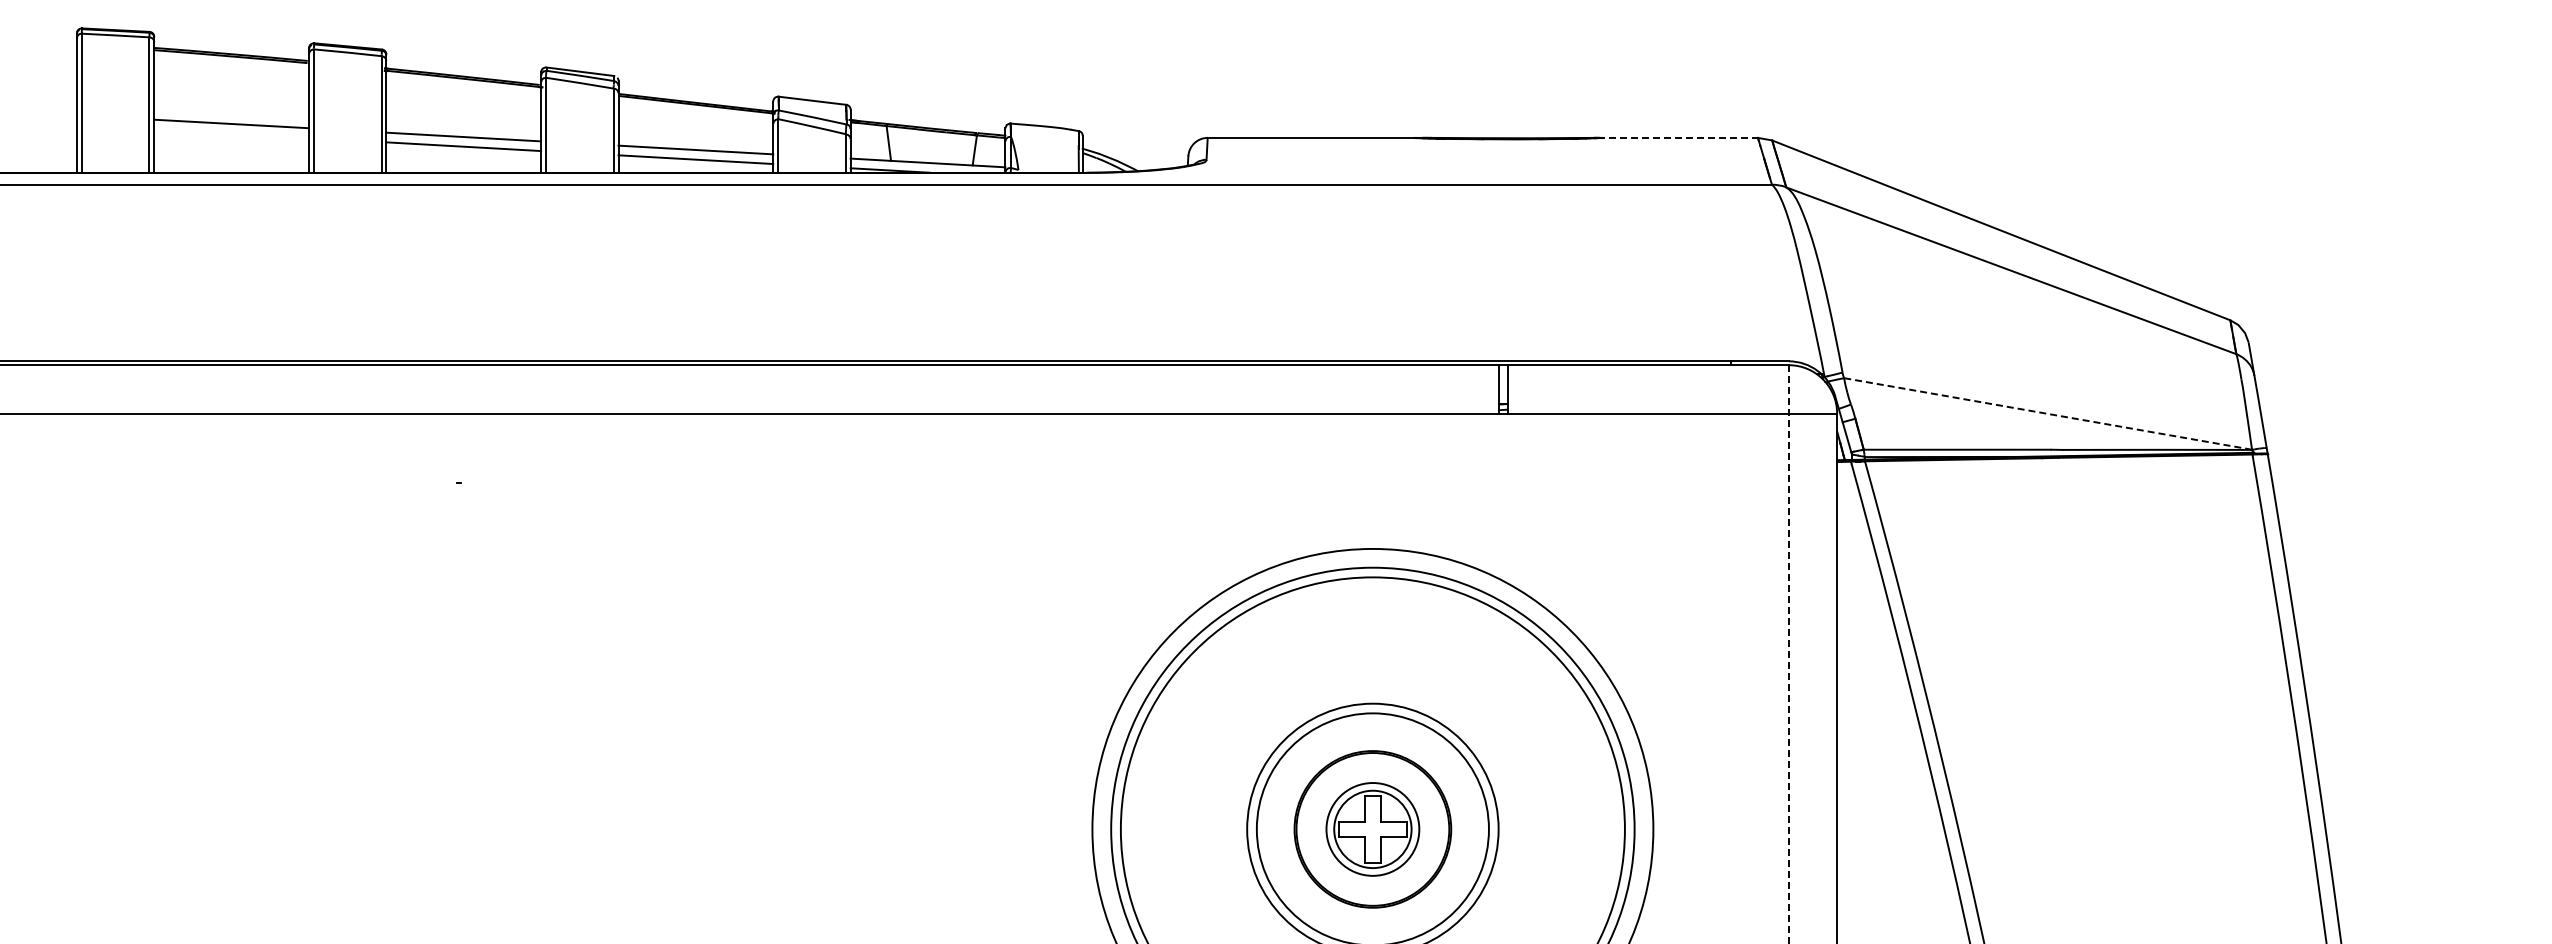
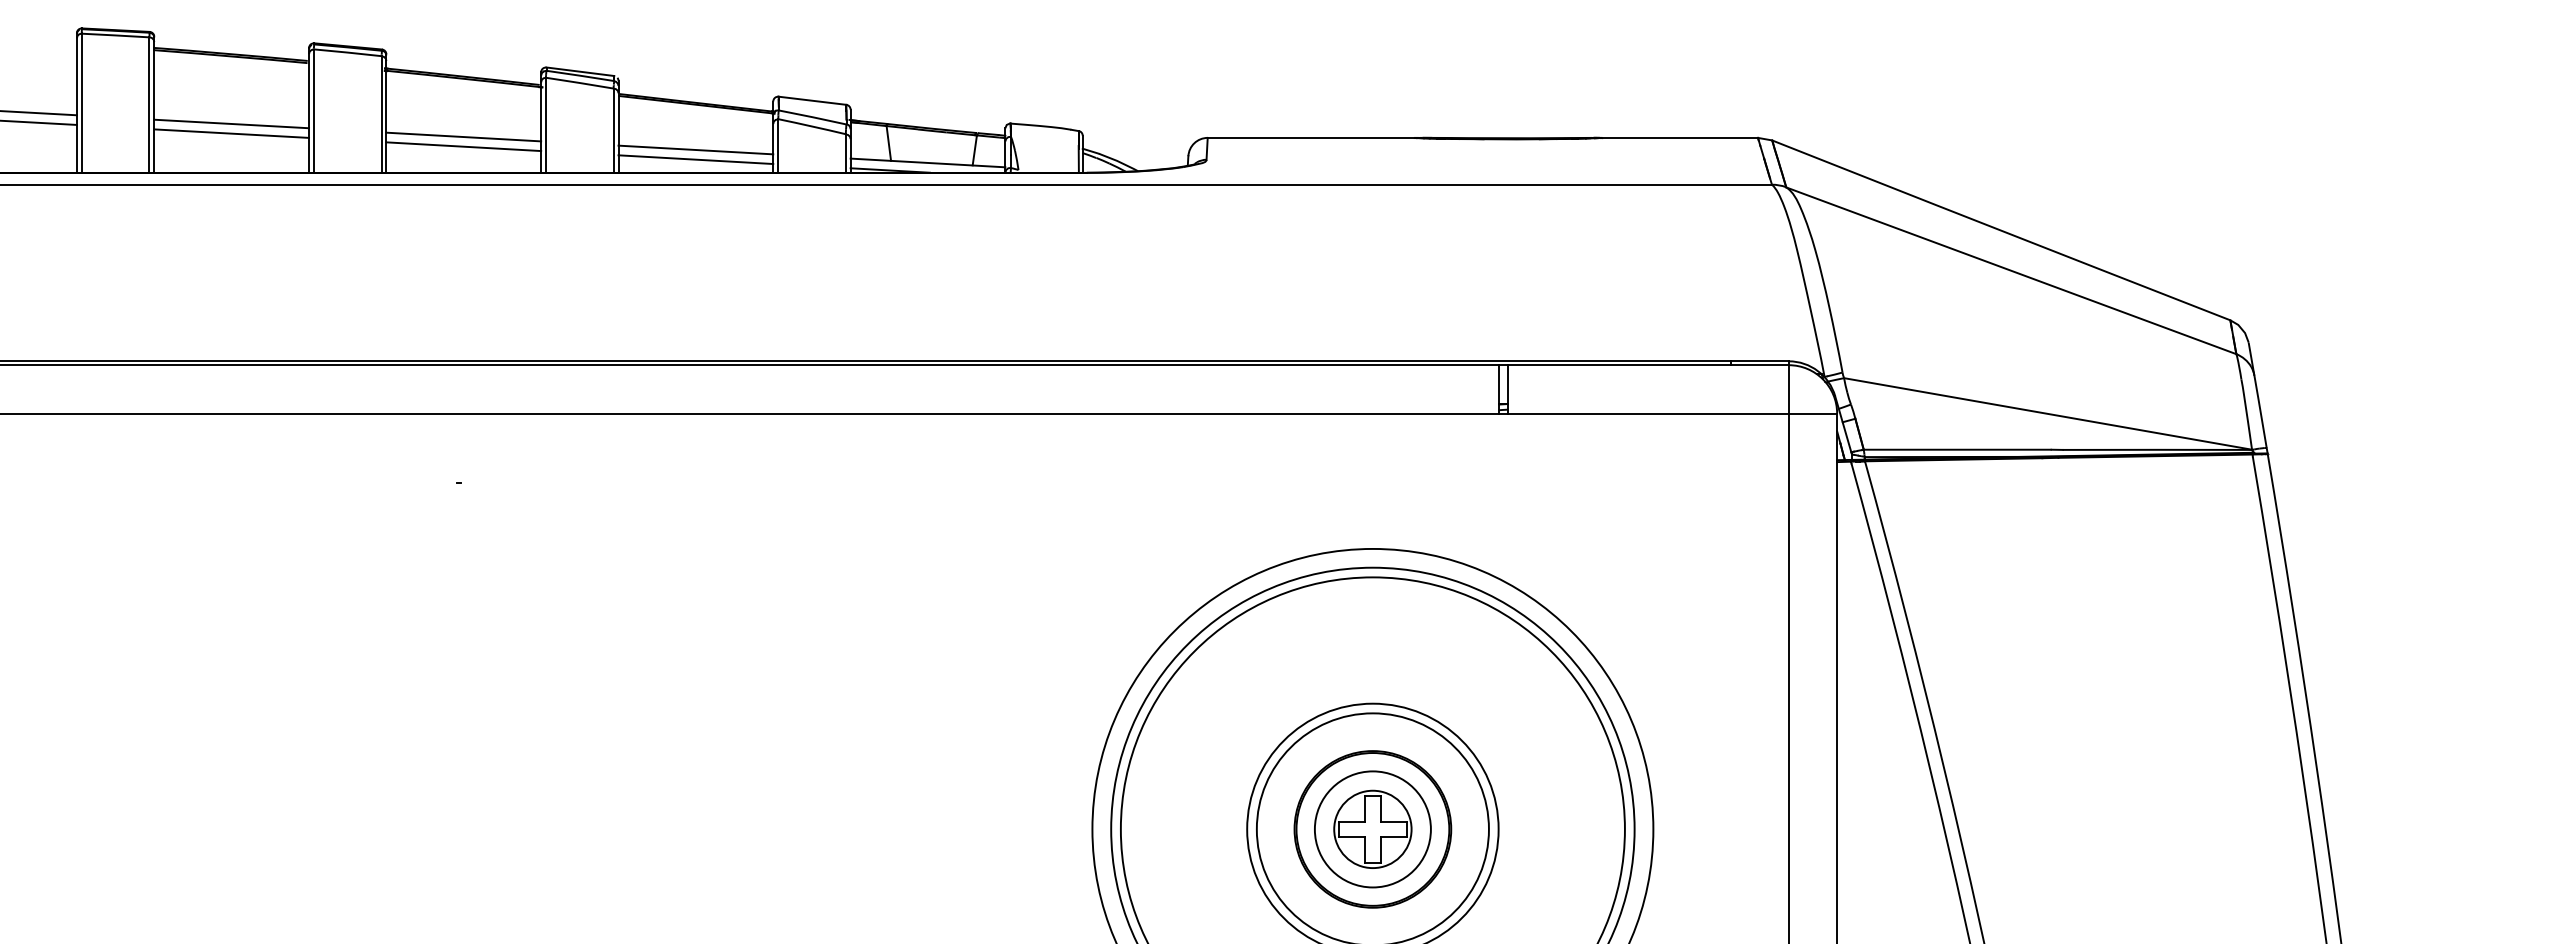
line at (39, 113): none -> present
line at (39, 122): none -> present
line at (231, 133): none -> present
line at (1678, 137): dashed -> solid
line at (2047, 413): dashed -> solid
line at (1788, 652): dashed -> solid
circle at (1372, 829) diameter: 93 px -> 116 px
